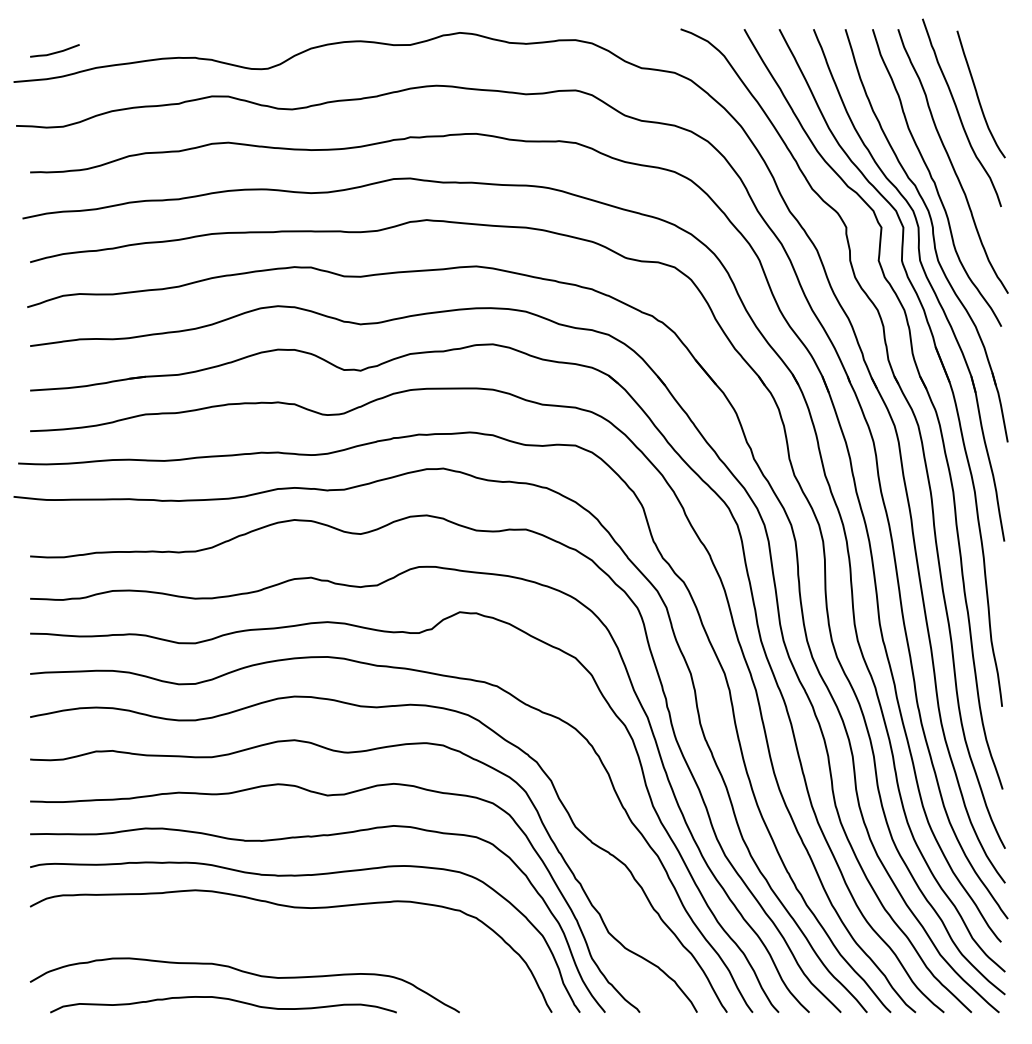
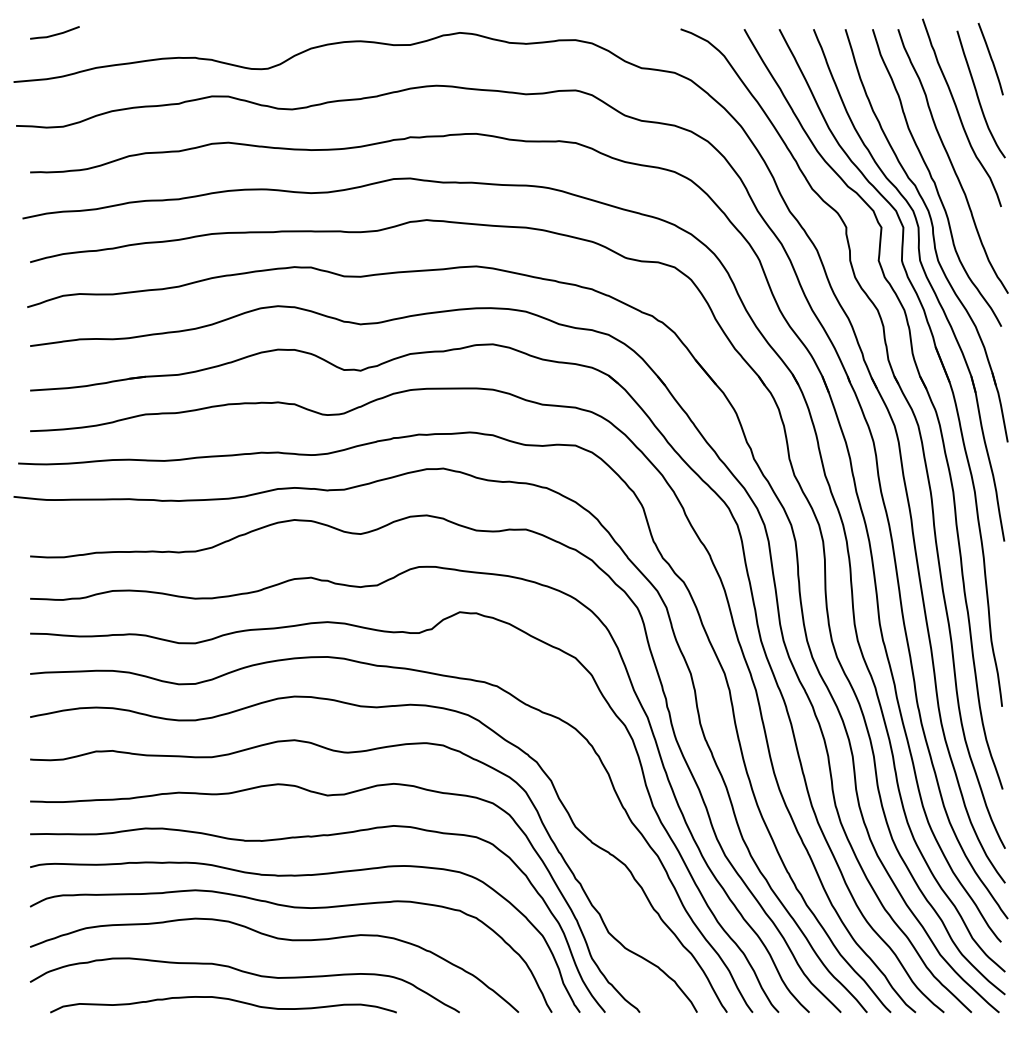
line at (54, 52) position: (54, 52) -> (54, 34)
curve at (990, 59): none -> present
curve at (277, 939): none -> present
